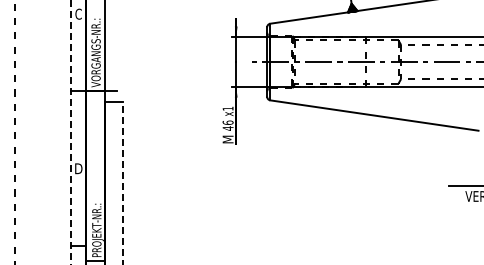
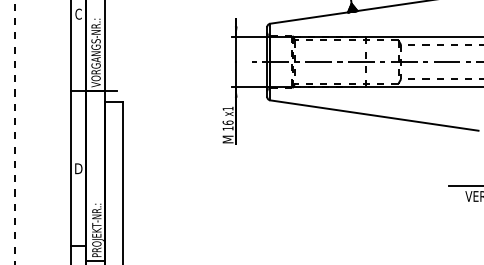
text at (227, 128): 46 -> 16
line at (70, 132): dashed -> solid
line at (123, 183): dashed -> solid
